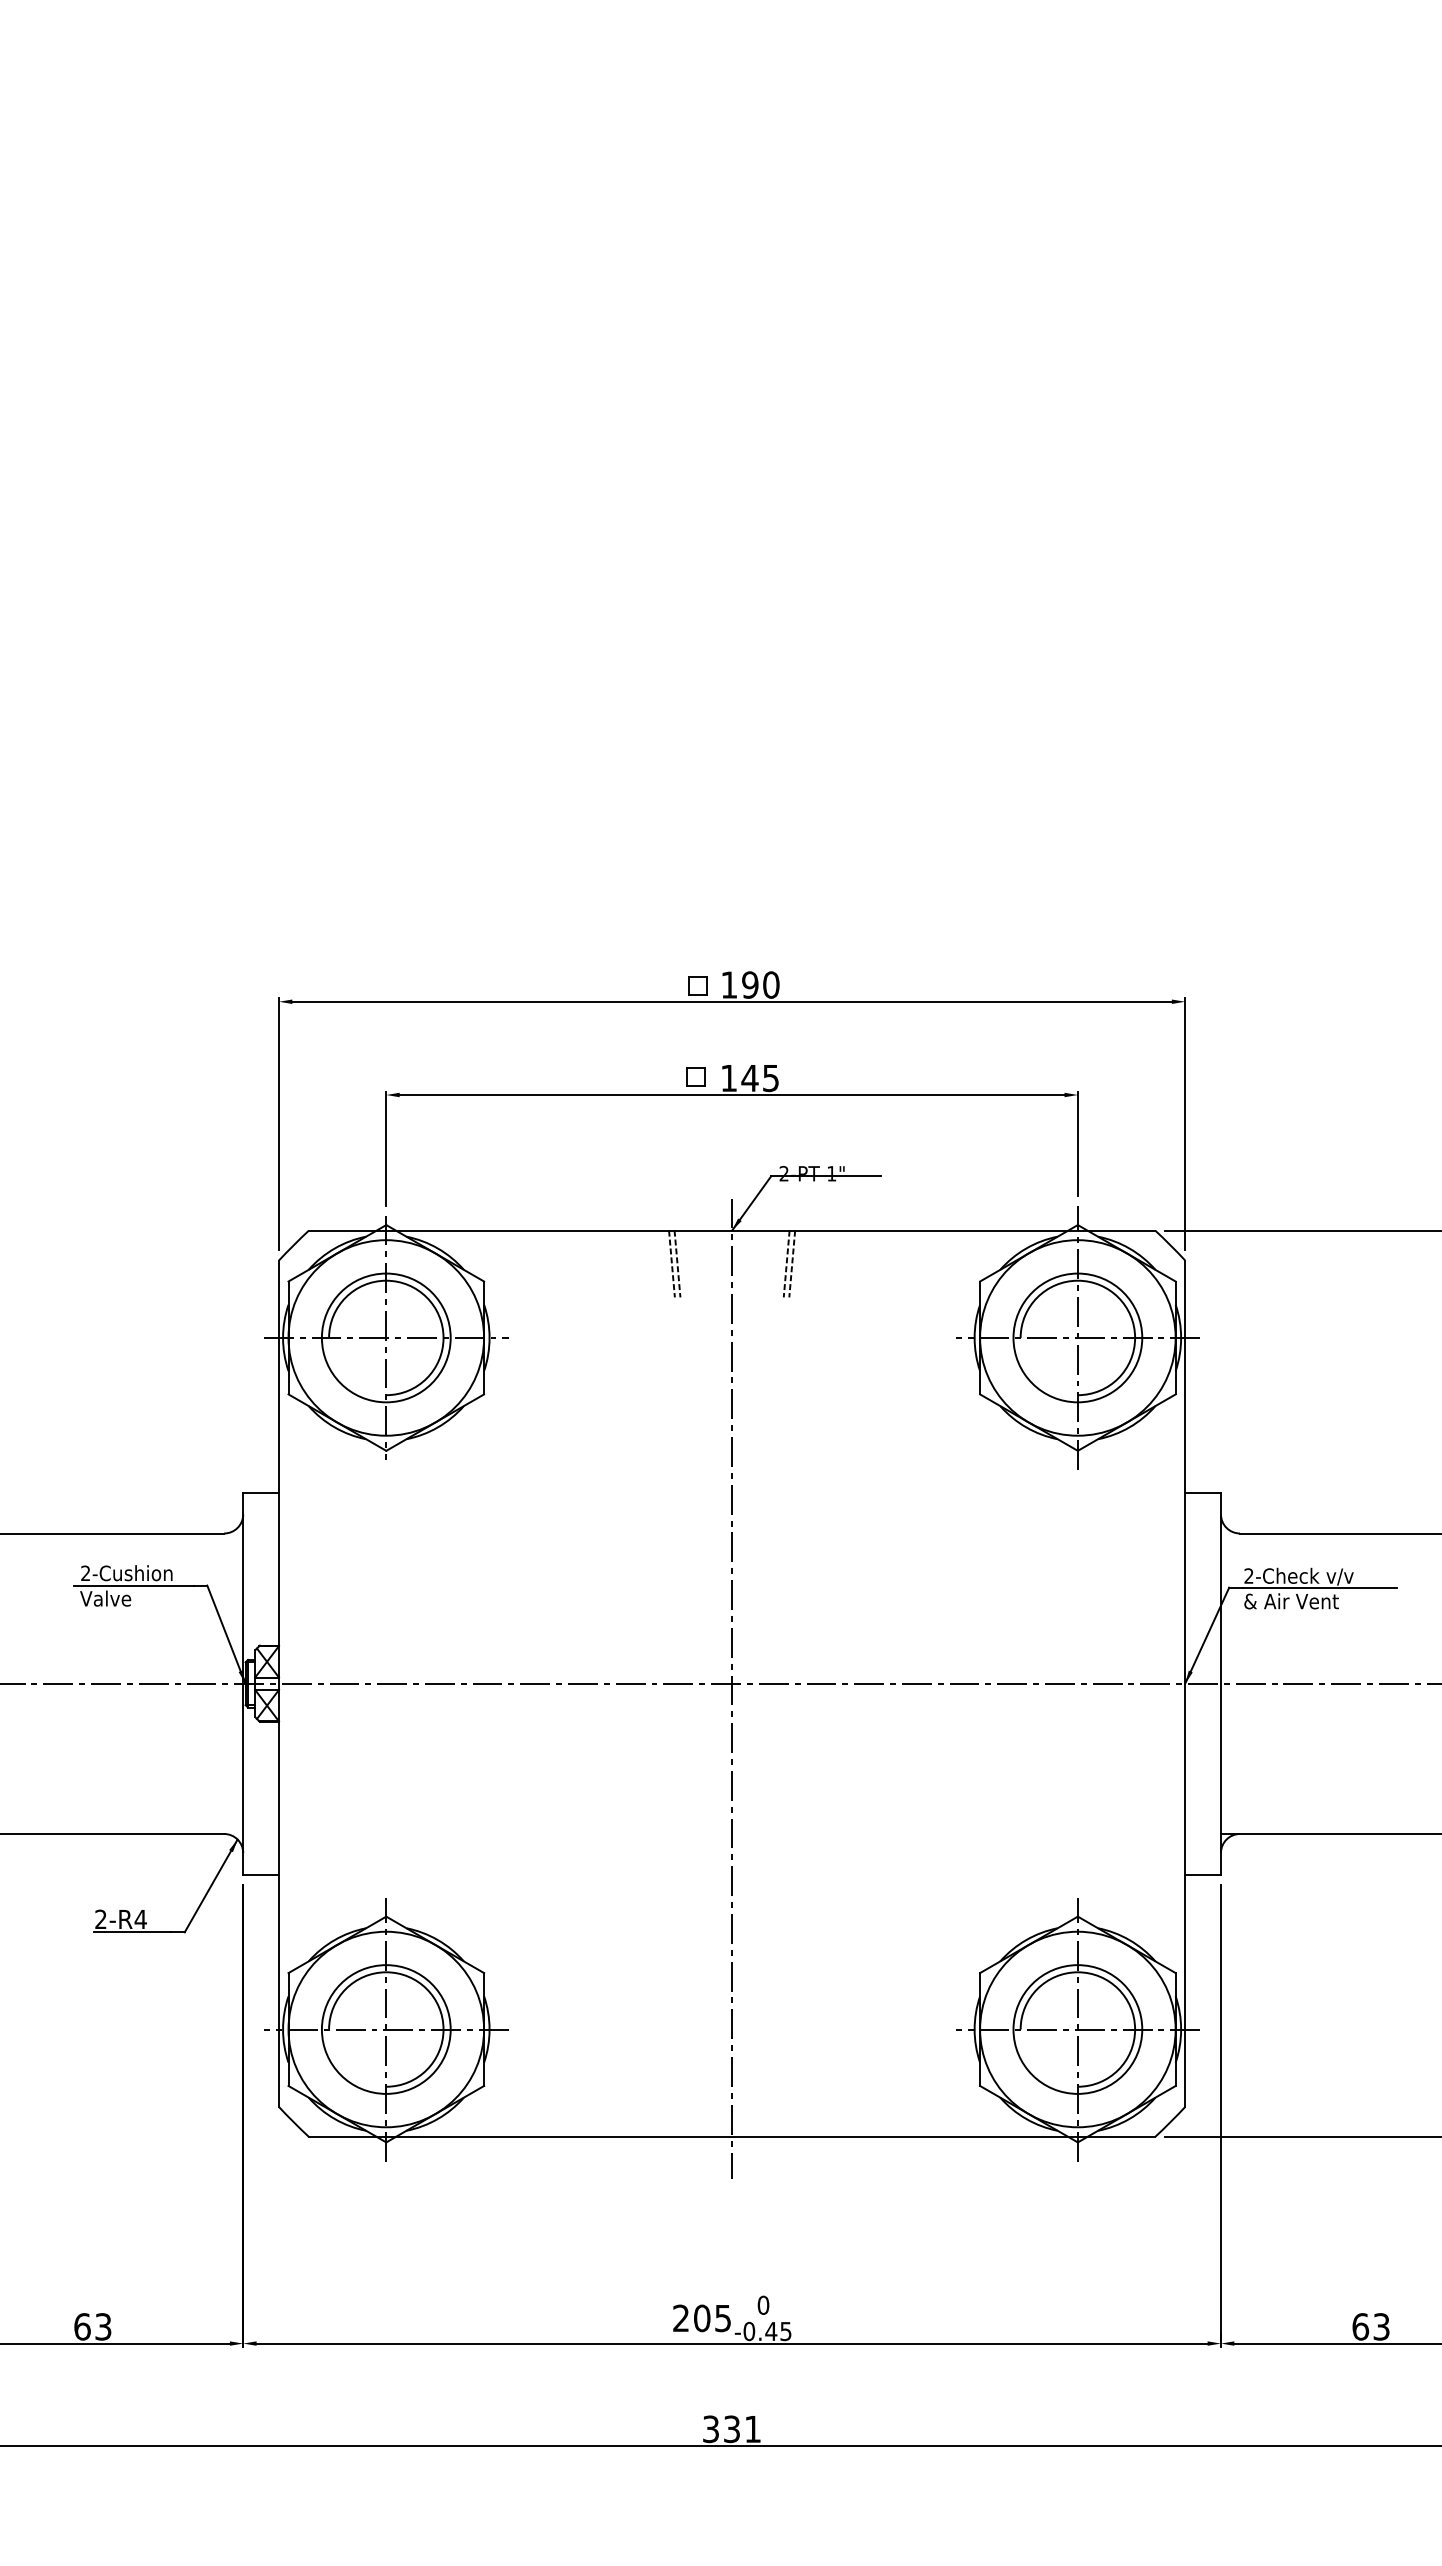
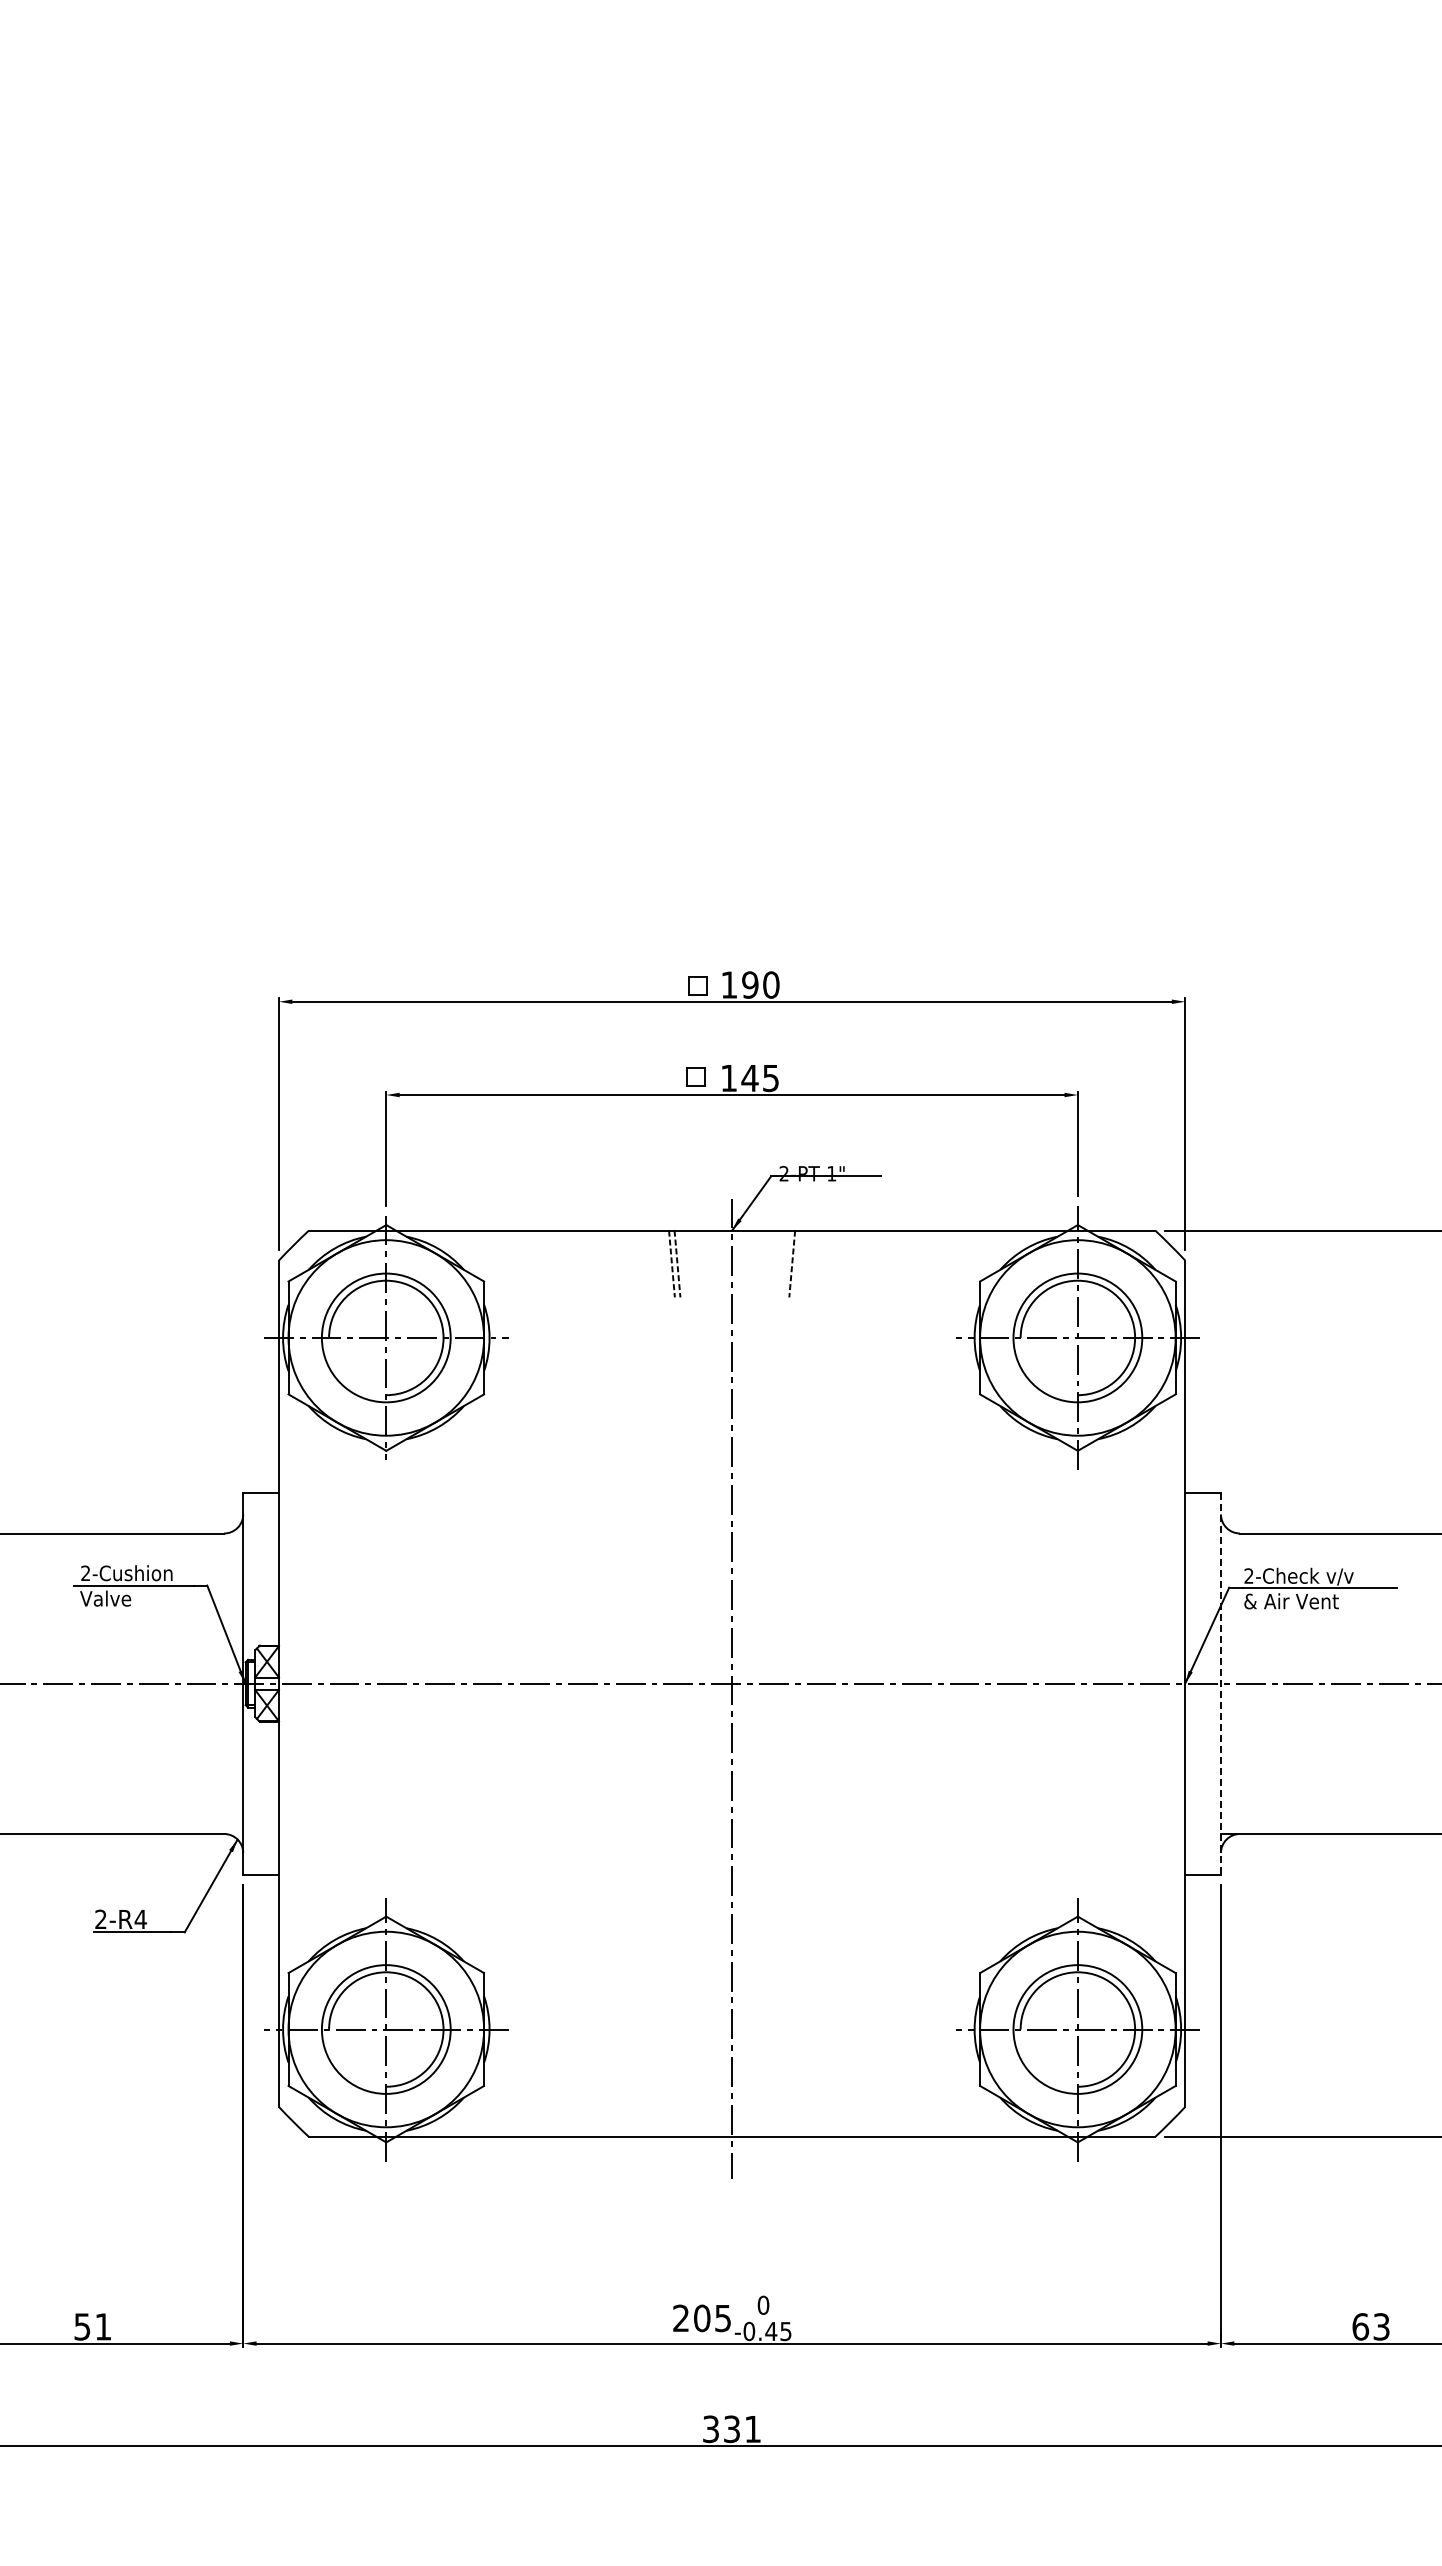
line at (786, 1263): present -> none
line at (1220, 1683): solid -> dashed
text at (92, 2326): 63 -> 51
